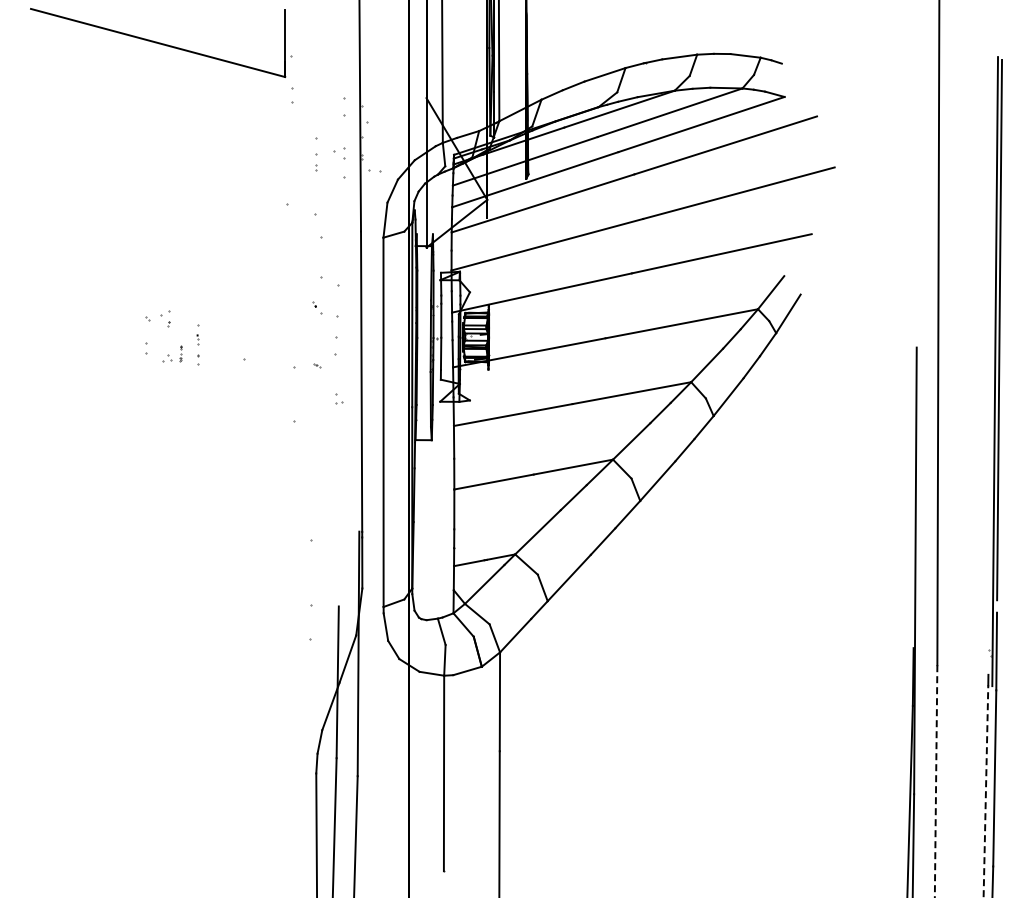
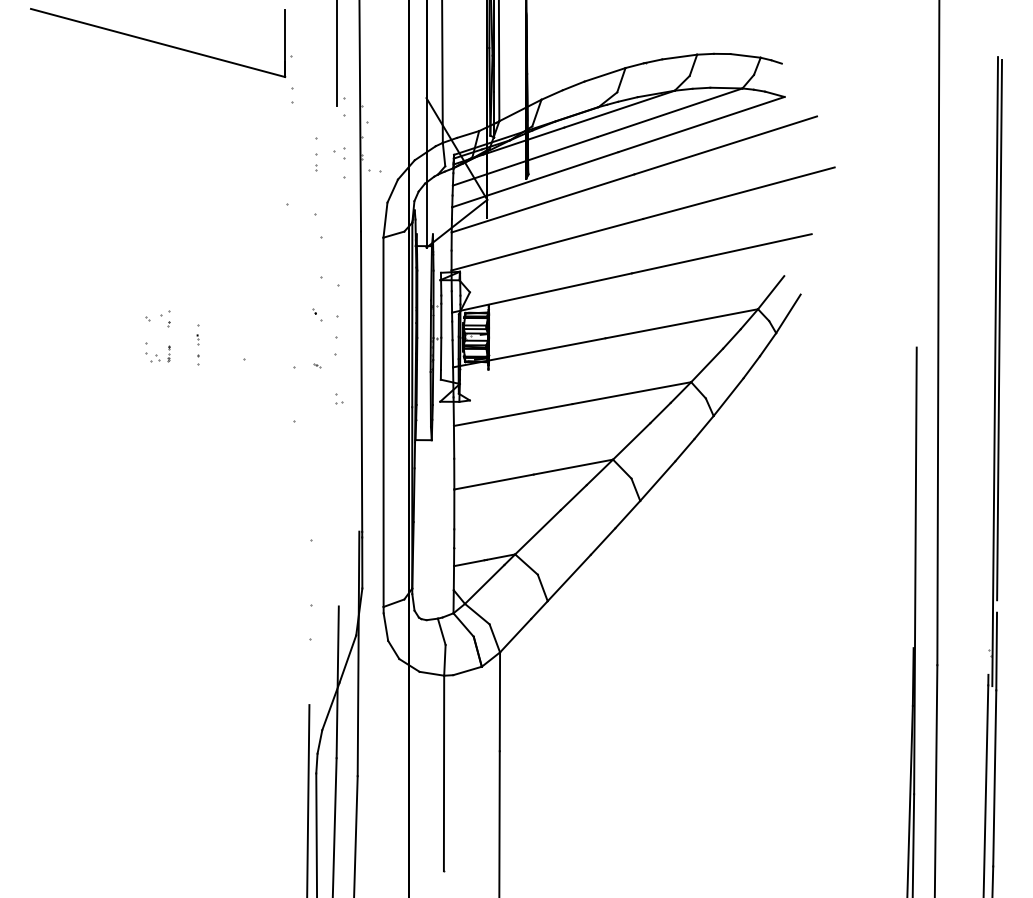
line at (336, 54): none -> present
part at (317, 307) position: (317, 307) -> (317, 314)
part at (172, 353) position: (172, 353) -> (160, 353)
line at (936, 781): dashed -> solid
line at (985, 791): dashed -> solid
line at (308, 799): none -> present
